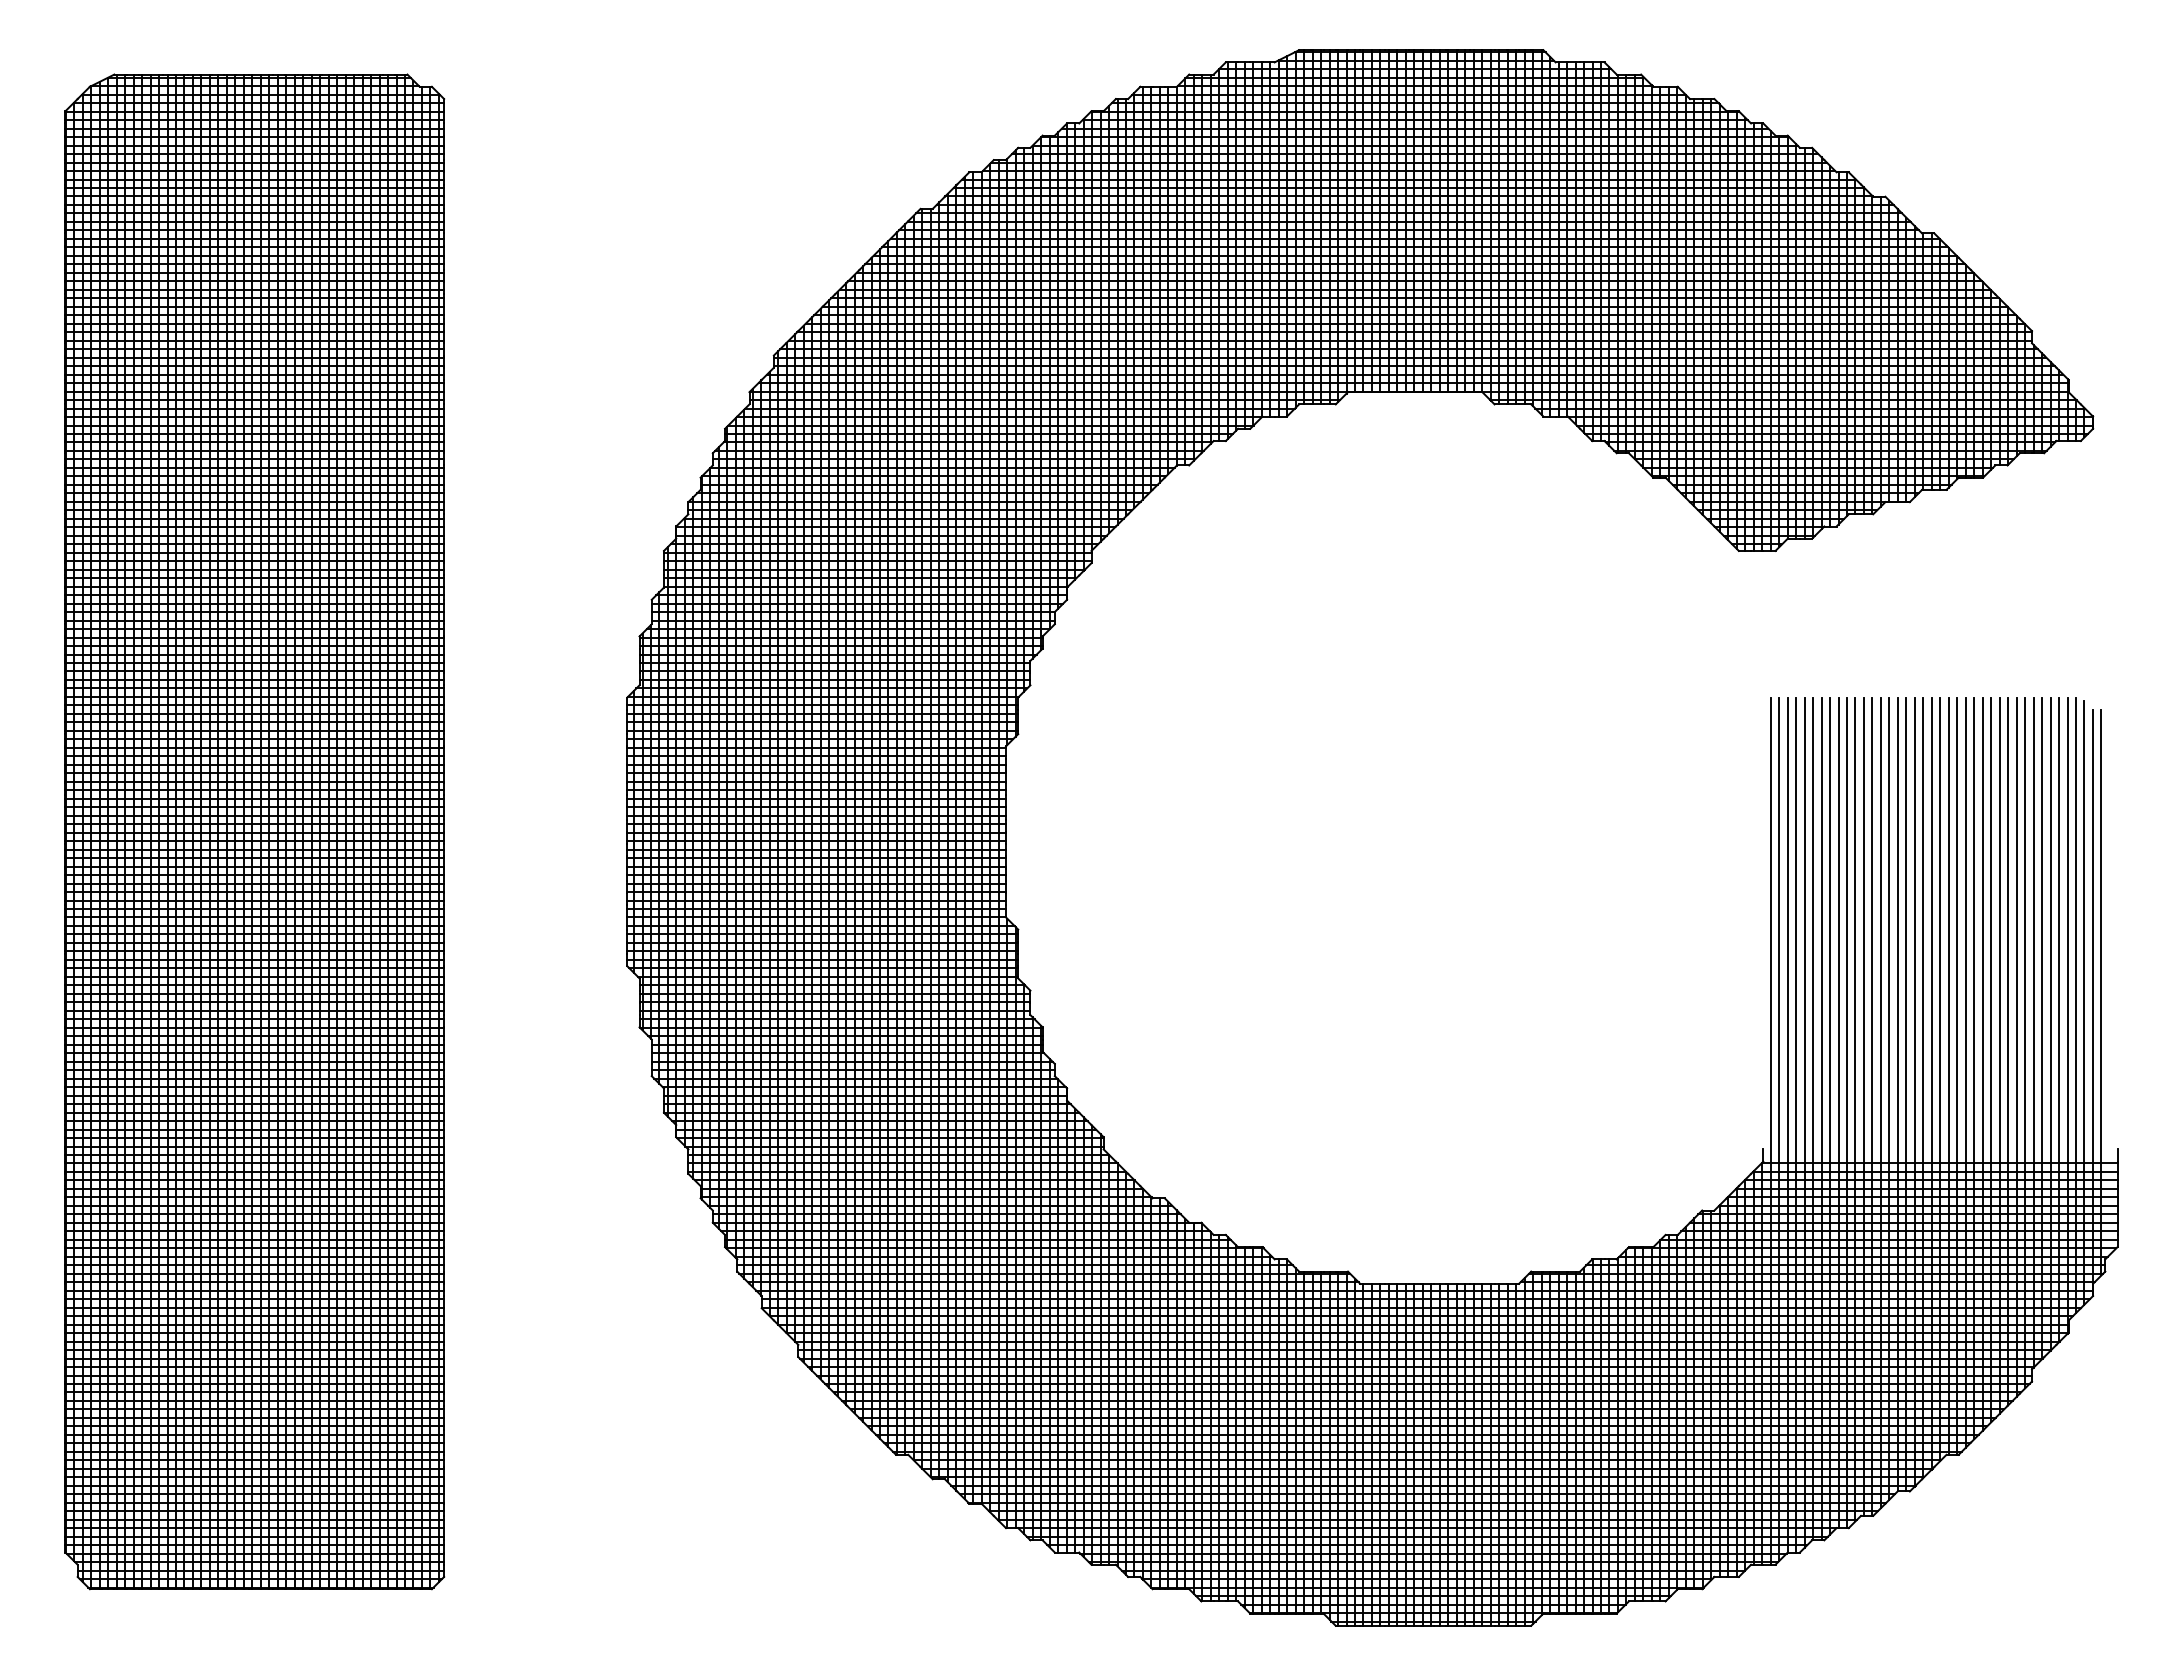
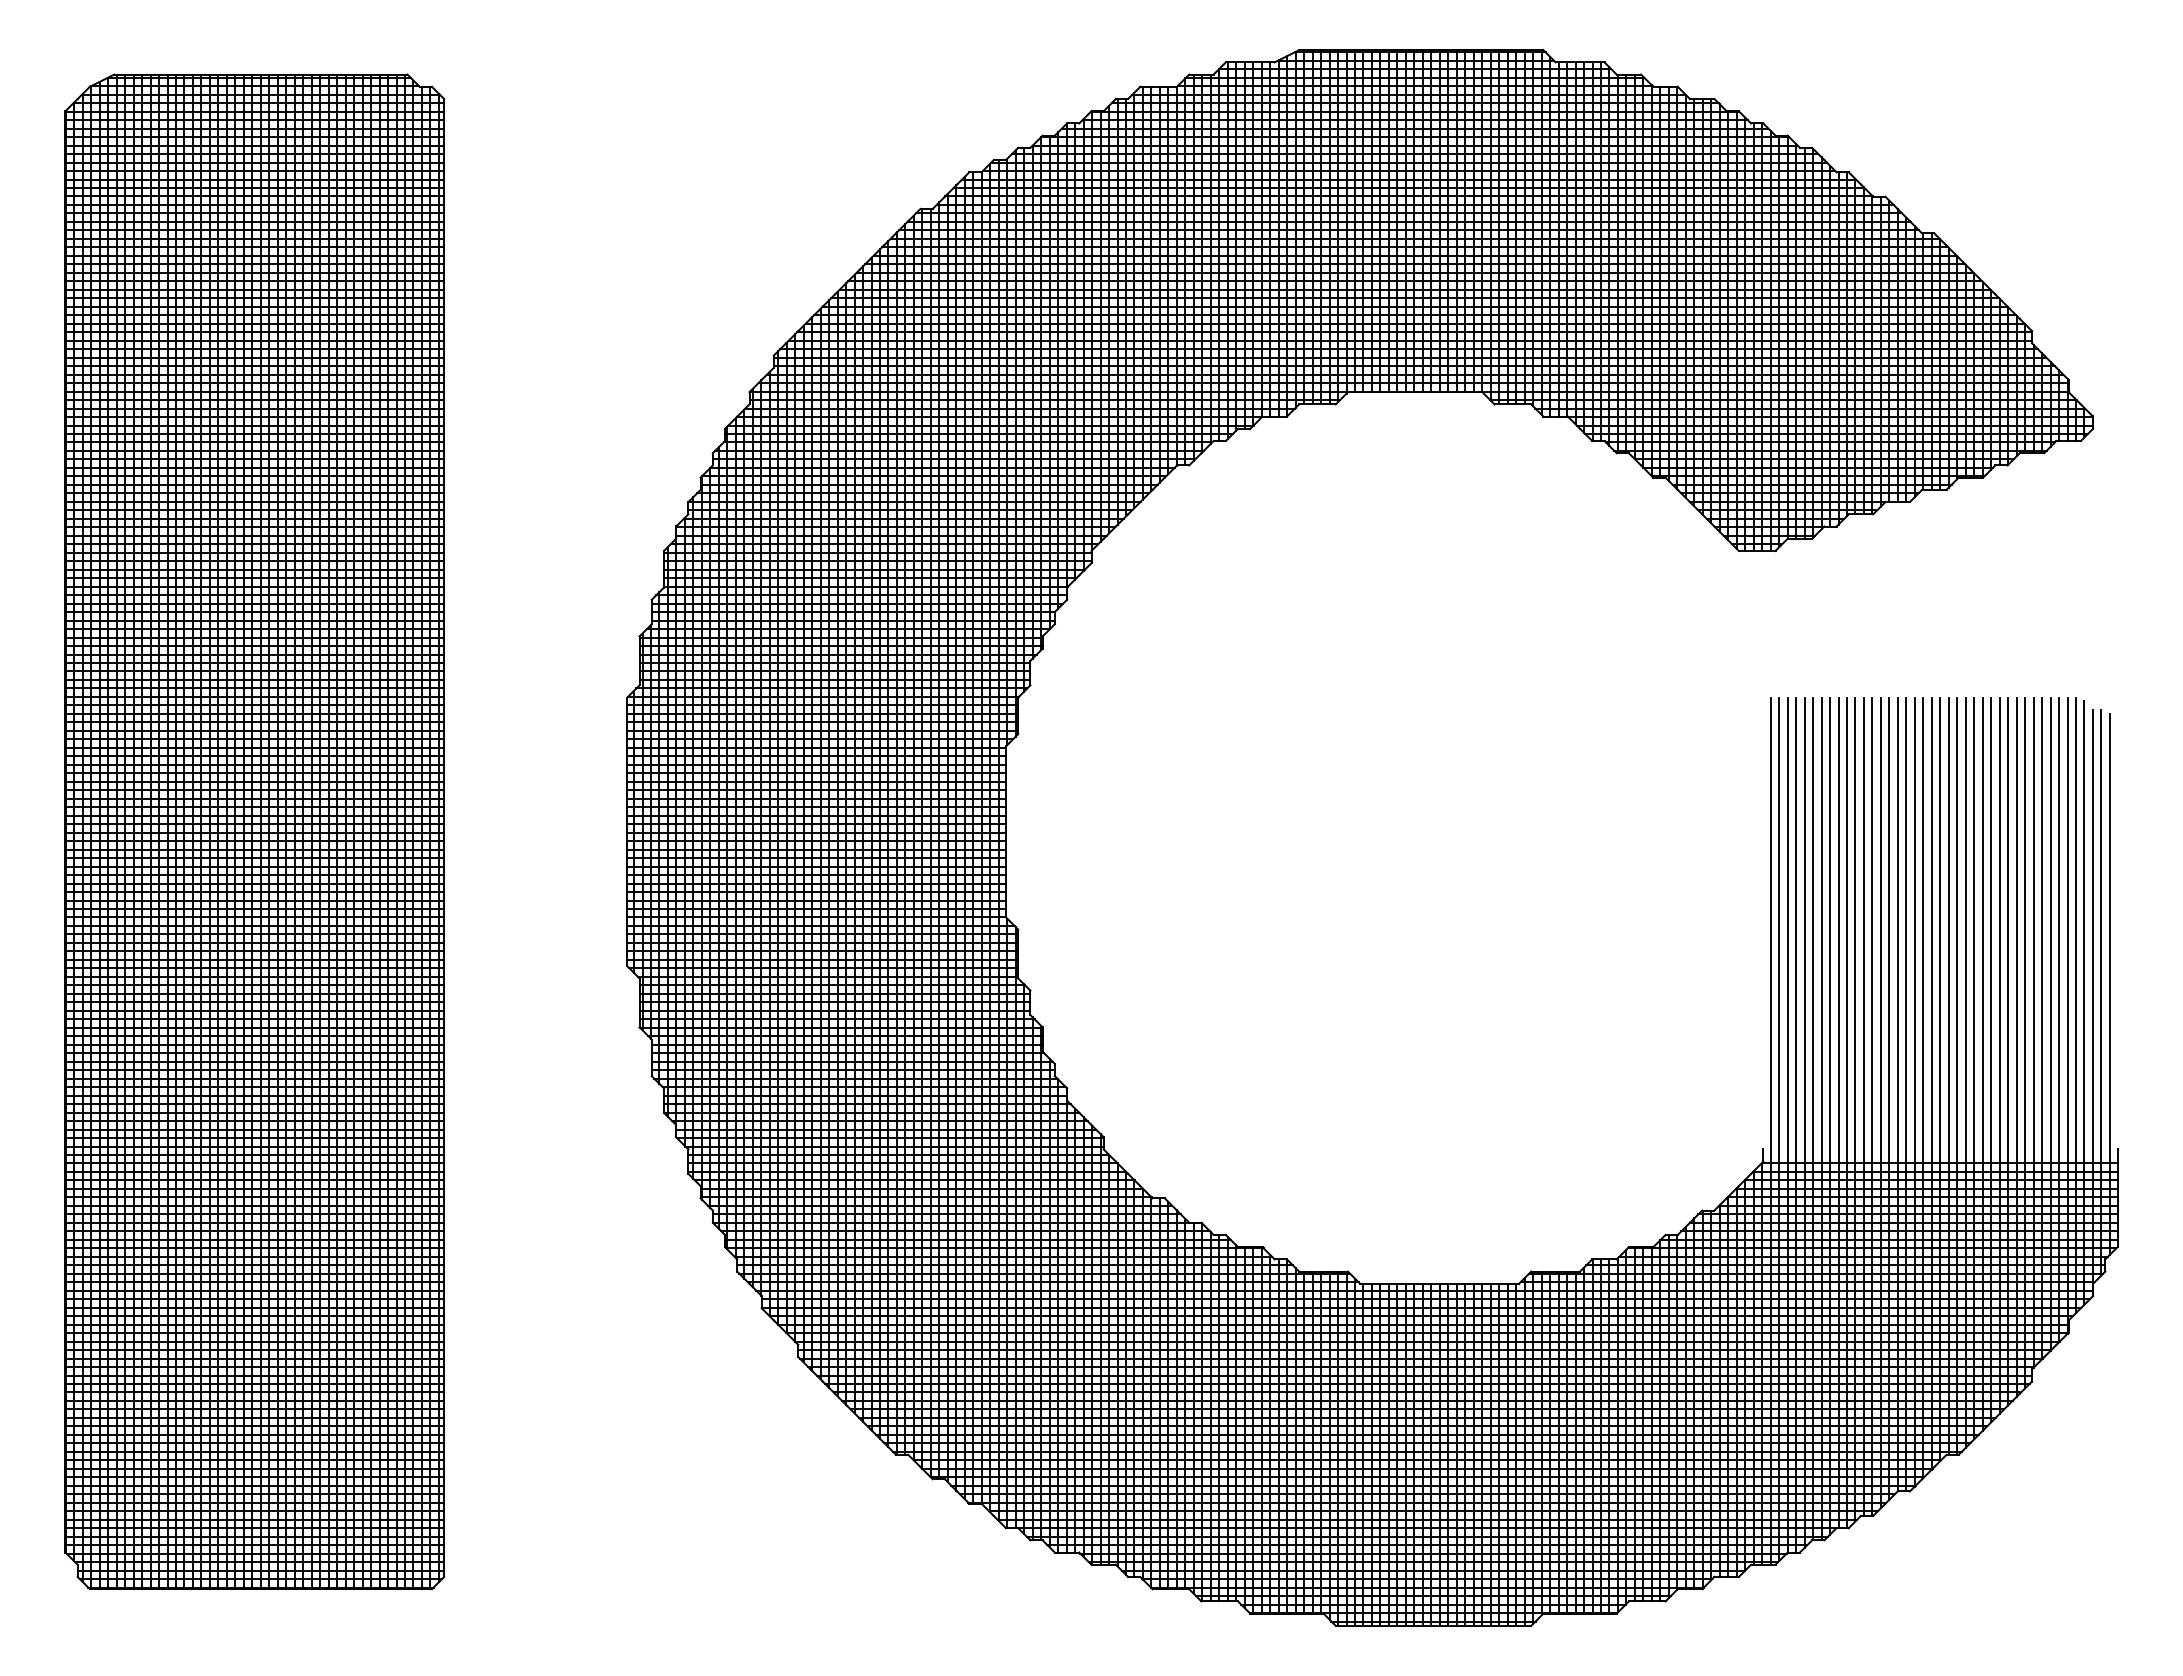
line at (2109, 984): none -> present
